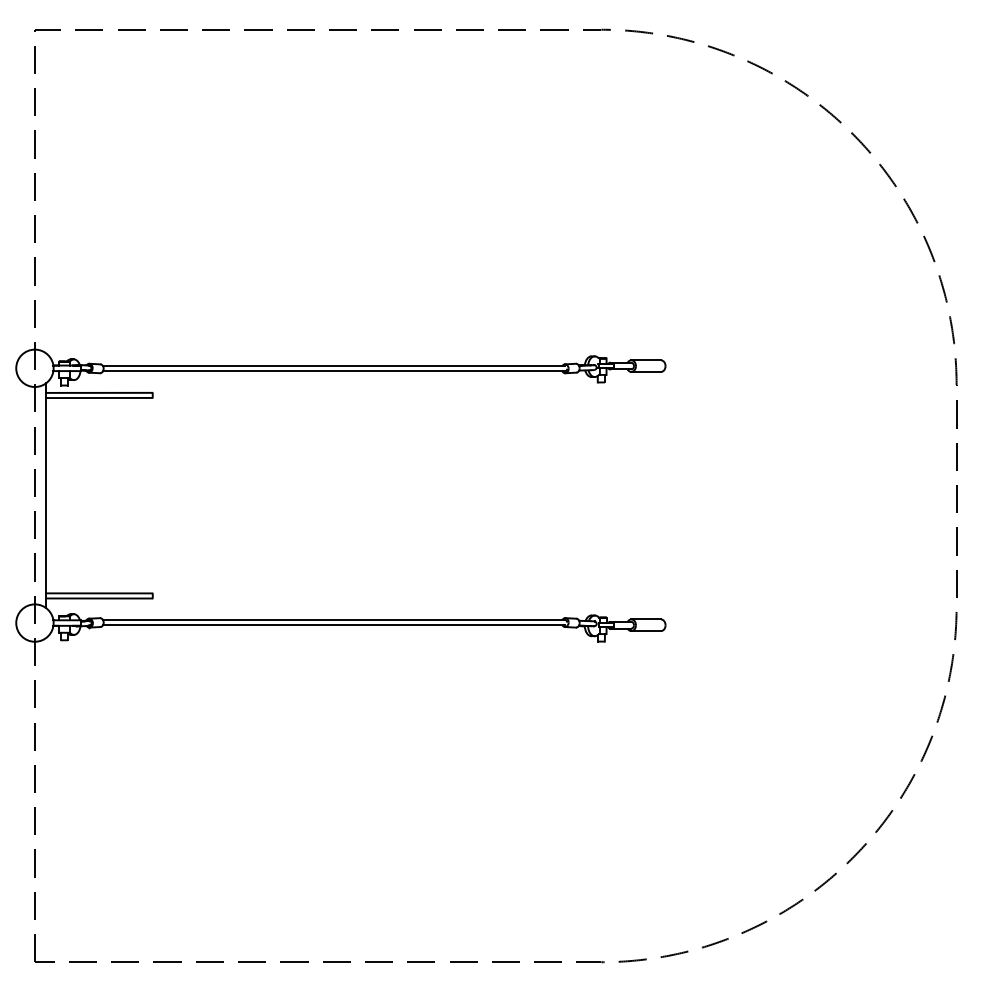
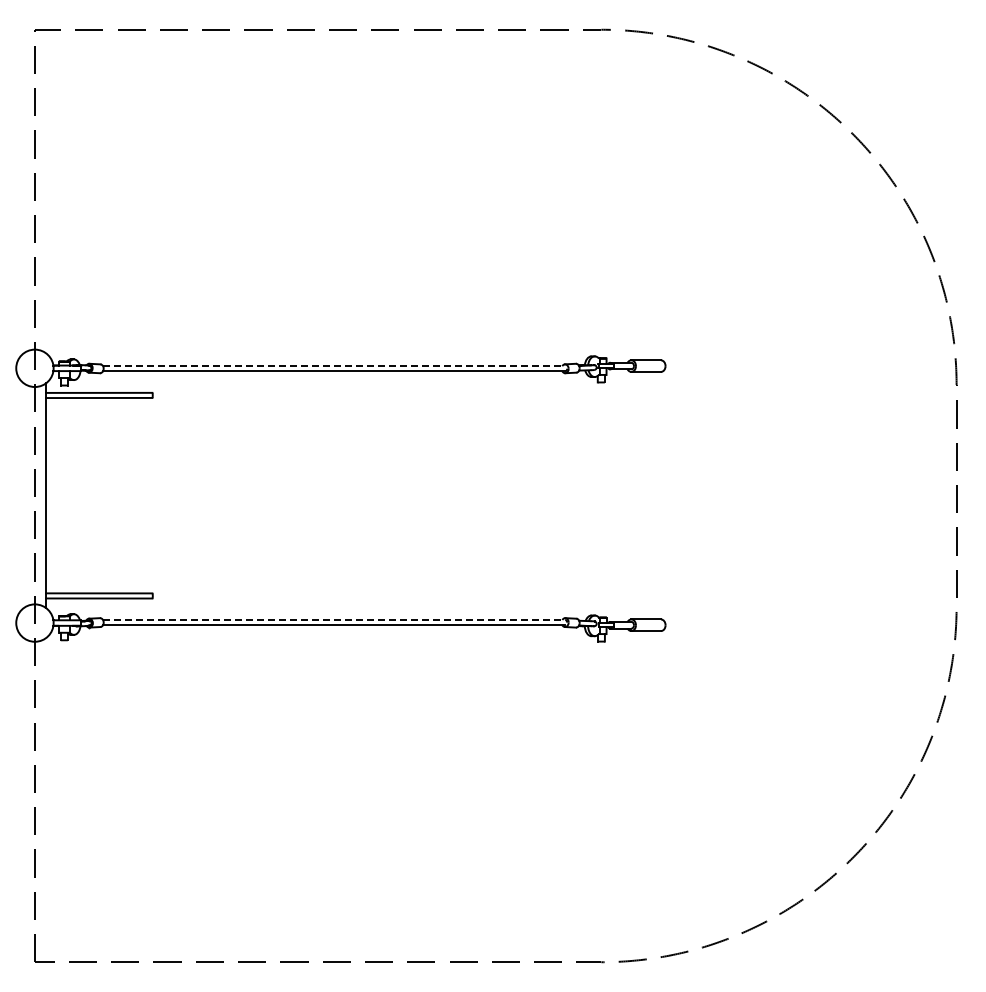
line at (334, 366): solid -> dashed
line at (334, 620): solid -> dashed
